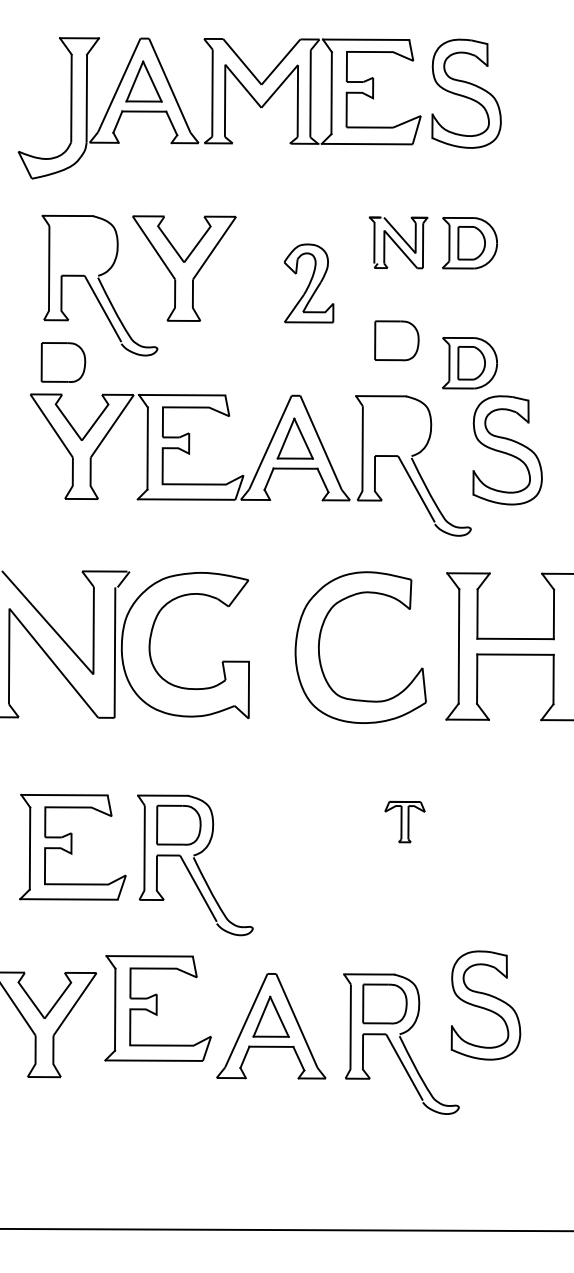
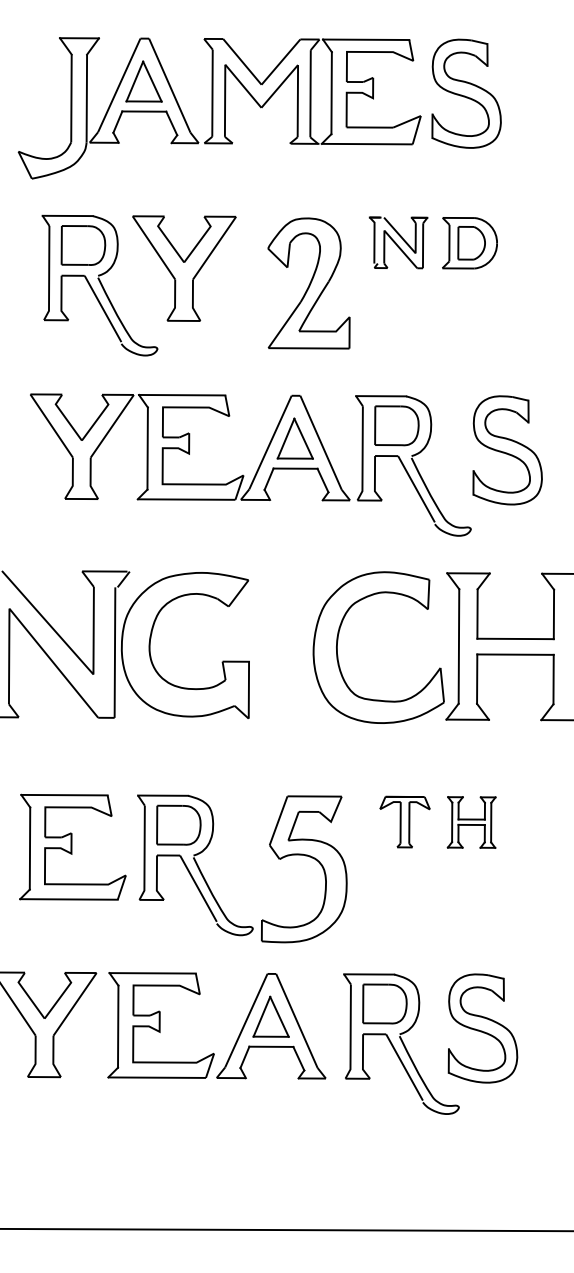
part at (308, 283) size: 52x81 px -> 84x133 px
part at (396, 340) position: (396, 340) -> (396, 425)
part at (63, 362) position: (63, 362) -> (83, 245)
part at (469, 363): present -> none
part at (320, 641) position: (320, 641) -> (338, 641)
part at (404, 821) size: 42x44 px -> 52x54 px
part at (471, 822): none -> present
part at (309, 857): none -> present
part at (485, 1005) position: (485, 1005) -> (482, 1028)
part at (157, 1008) position: (157, 1008) -> (160, 1025)
